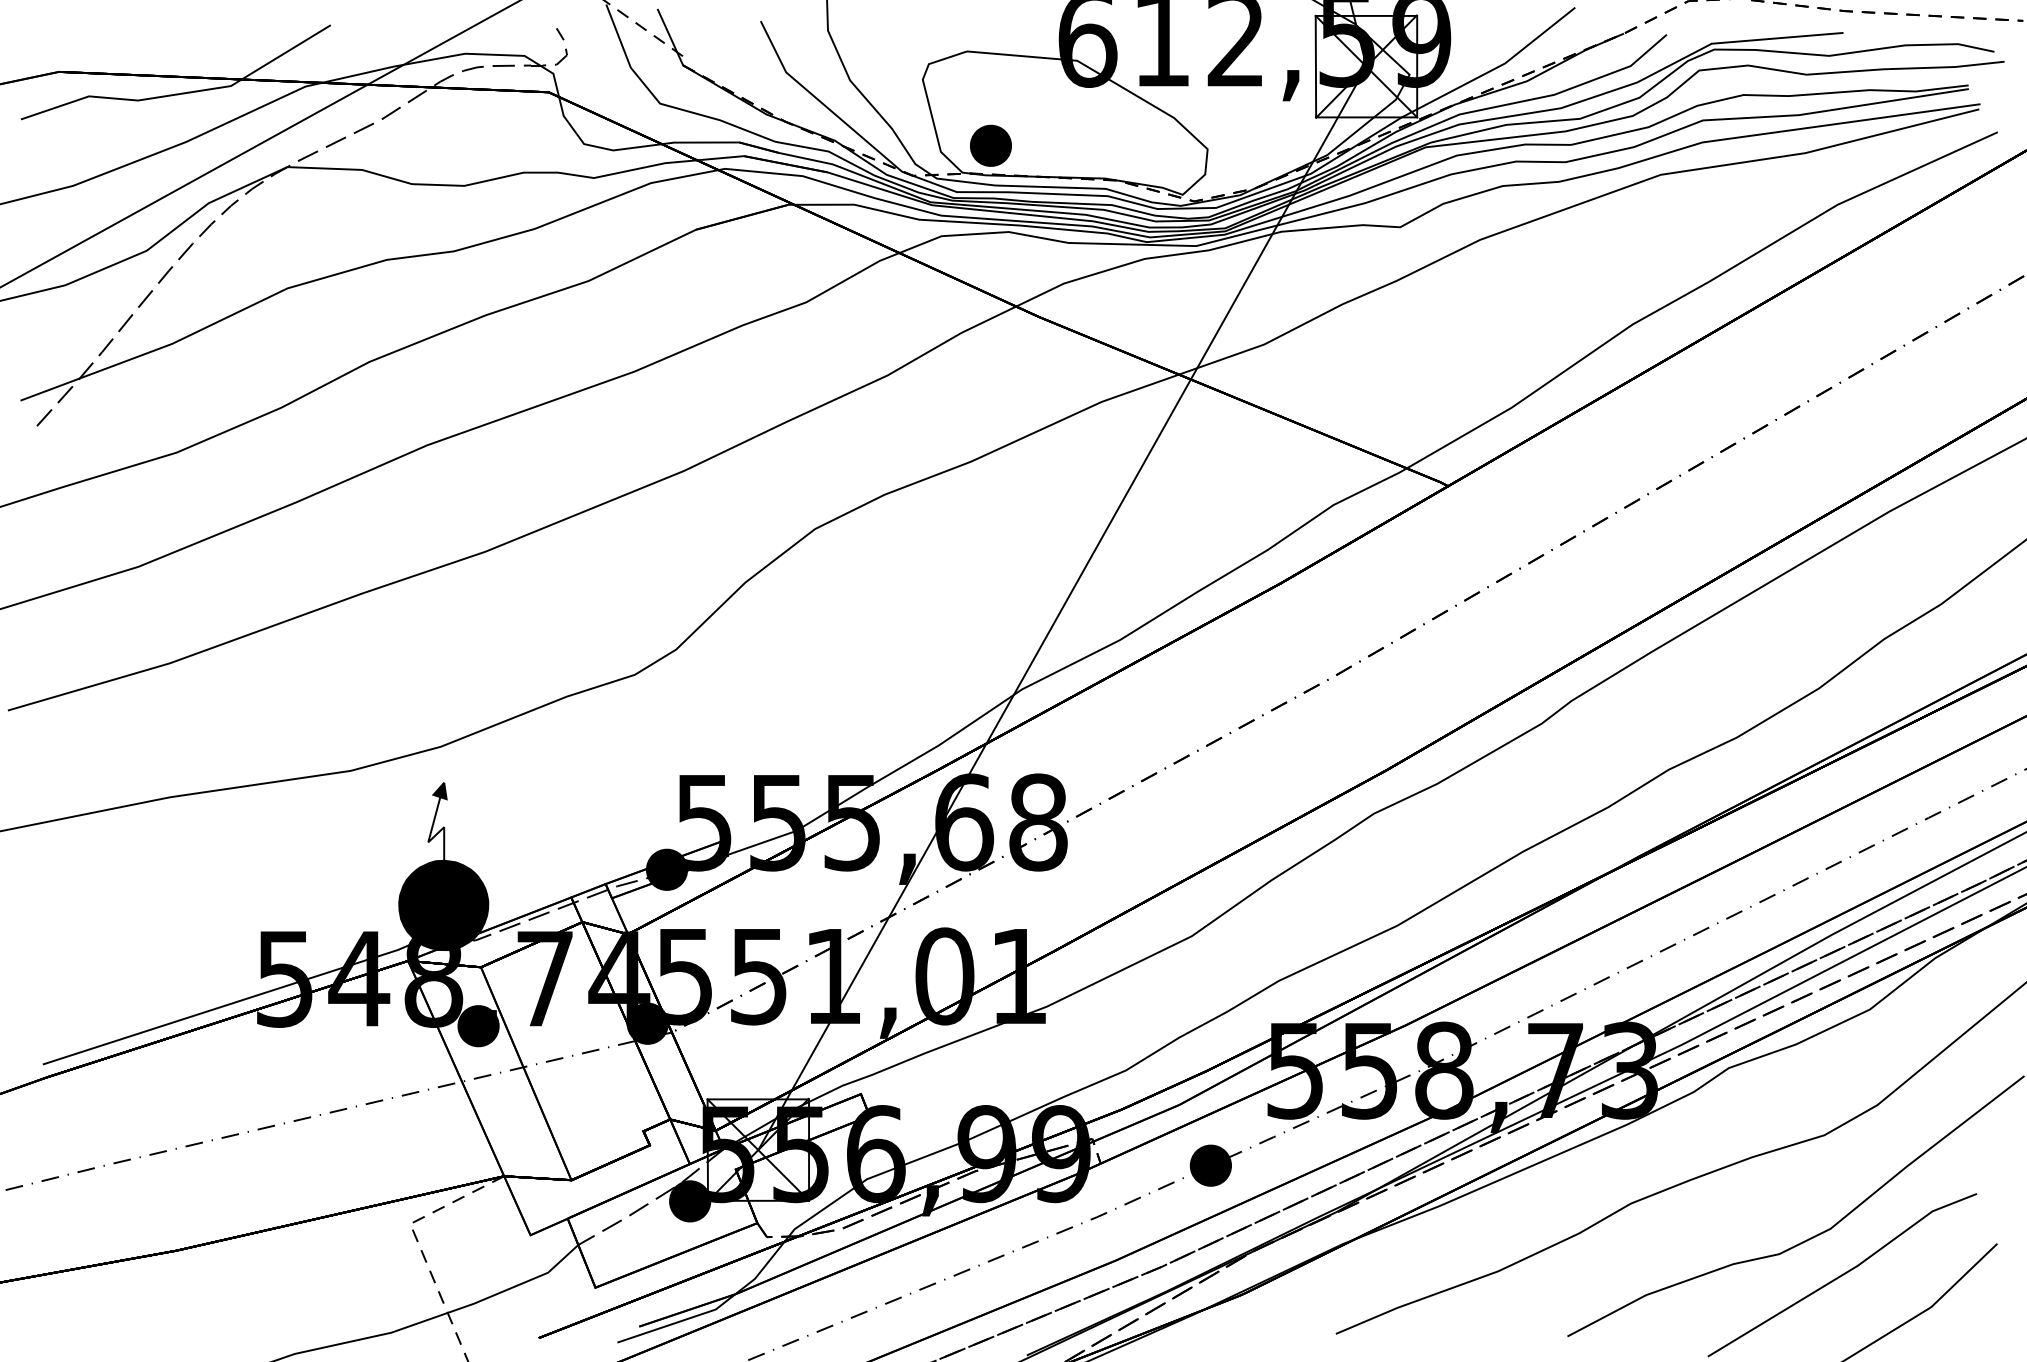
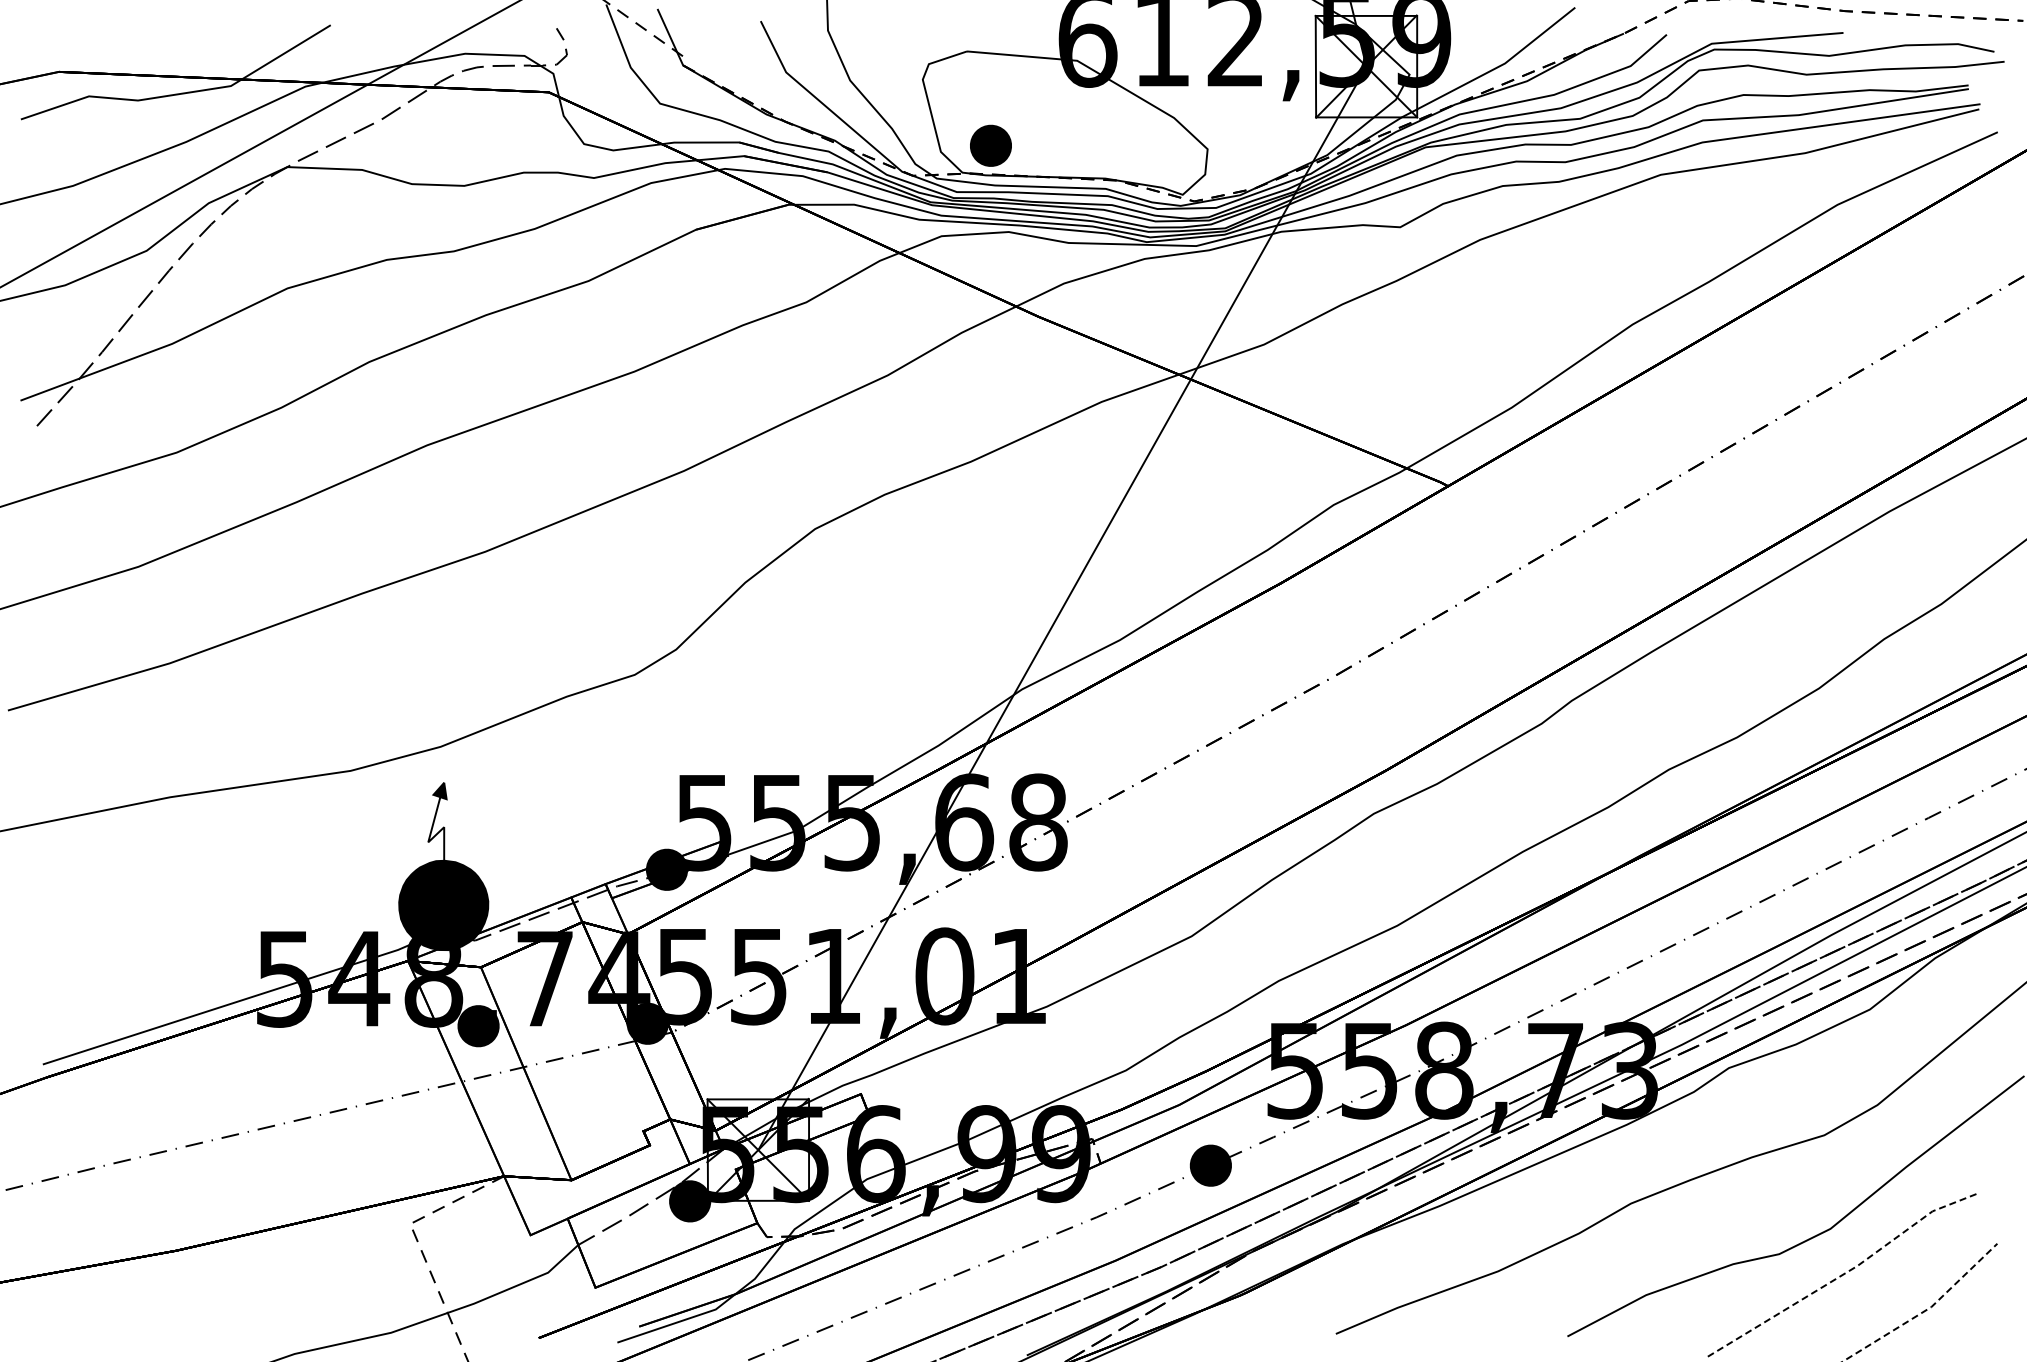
line at (1843, 1274): solid -> dashed
line at (1927, 1309): solid -> dashed
